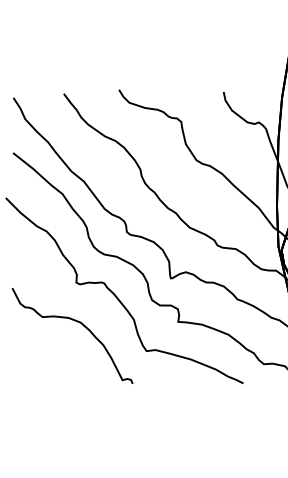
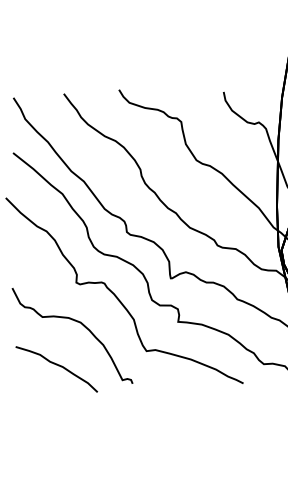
curve at (58, 366): none -> present
